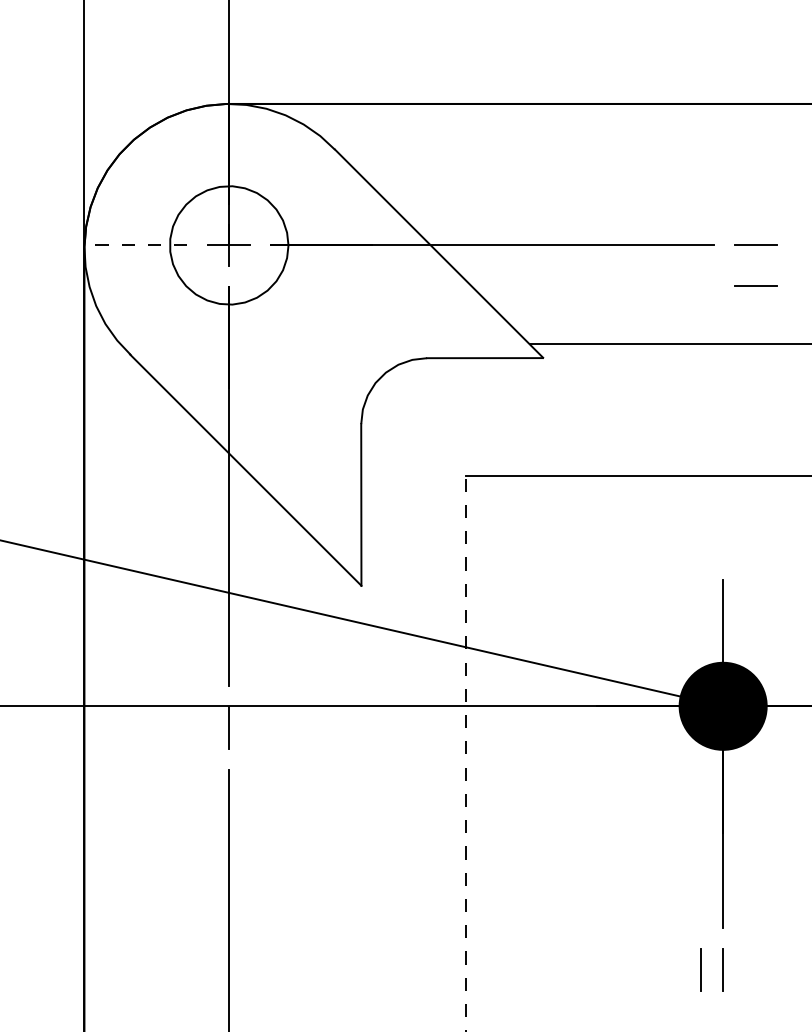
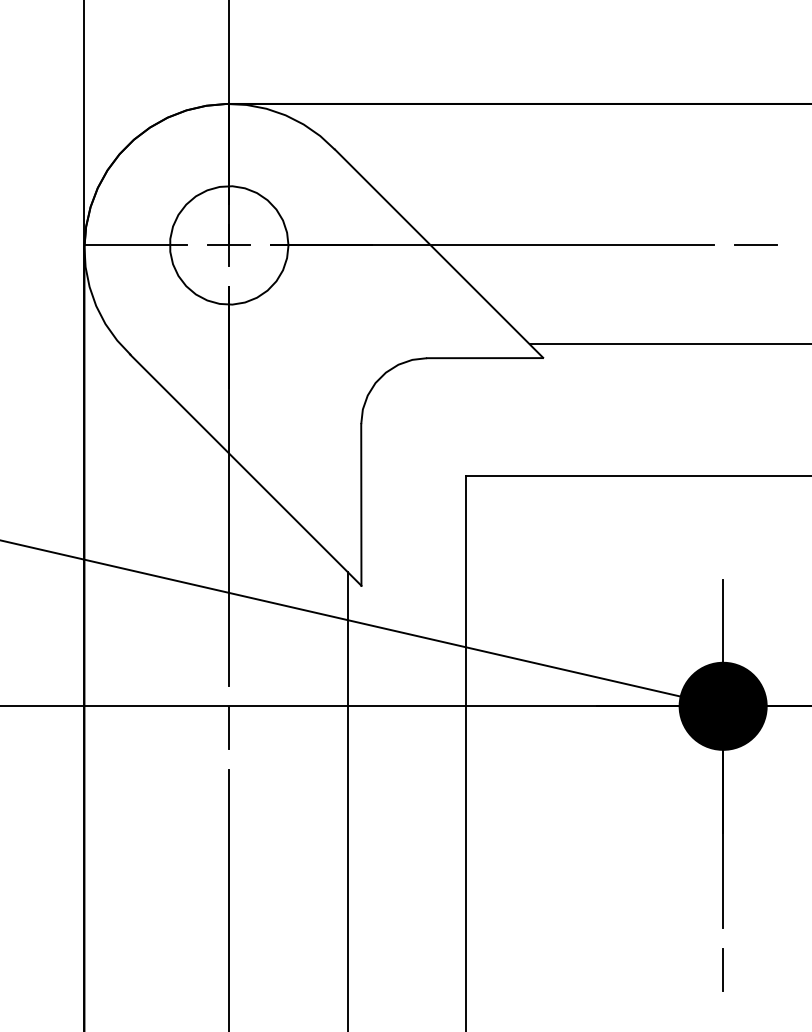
line at (136, 245): dashed -> solid
line at (755, 285): present -> none
line at (466, 753): dashed -> solid
line at (347, 800): none -> present
line at (700, 969): present -> none
